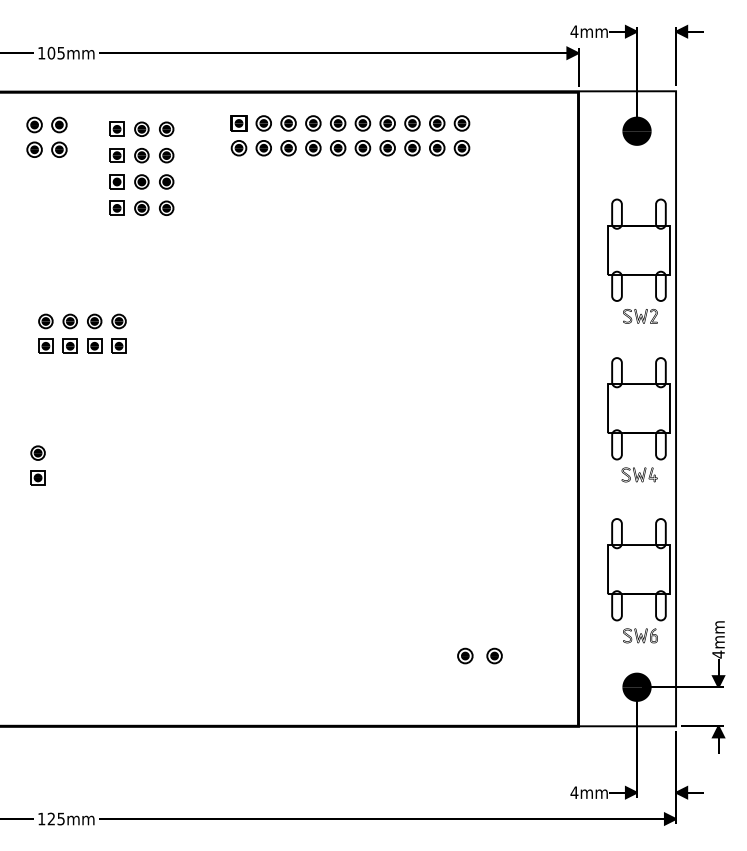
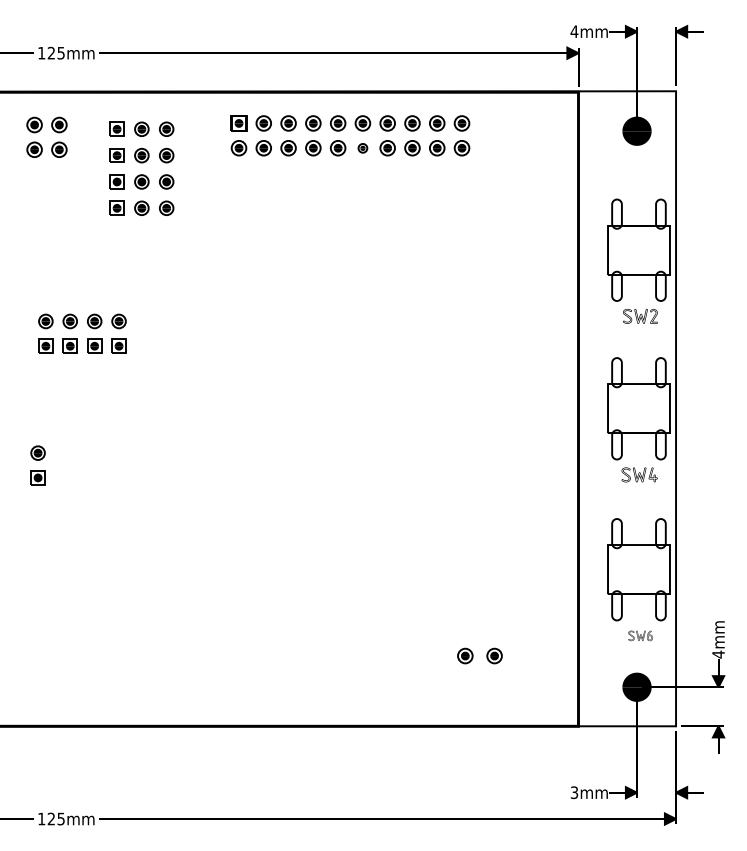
text at (51, 52): 105mm -> 125mm
part at (362, 148) size: 18x17 px -> 12x11 px
part at (640, 635) size: 35x16 px -> 25x12 px
text at (574, 792): 4mm -> 3mm
